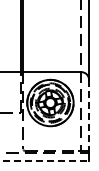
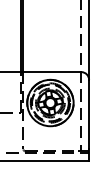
line at (89, 114): dashed -> solid
line at (45, 161): dashed -> solid
